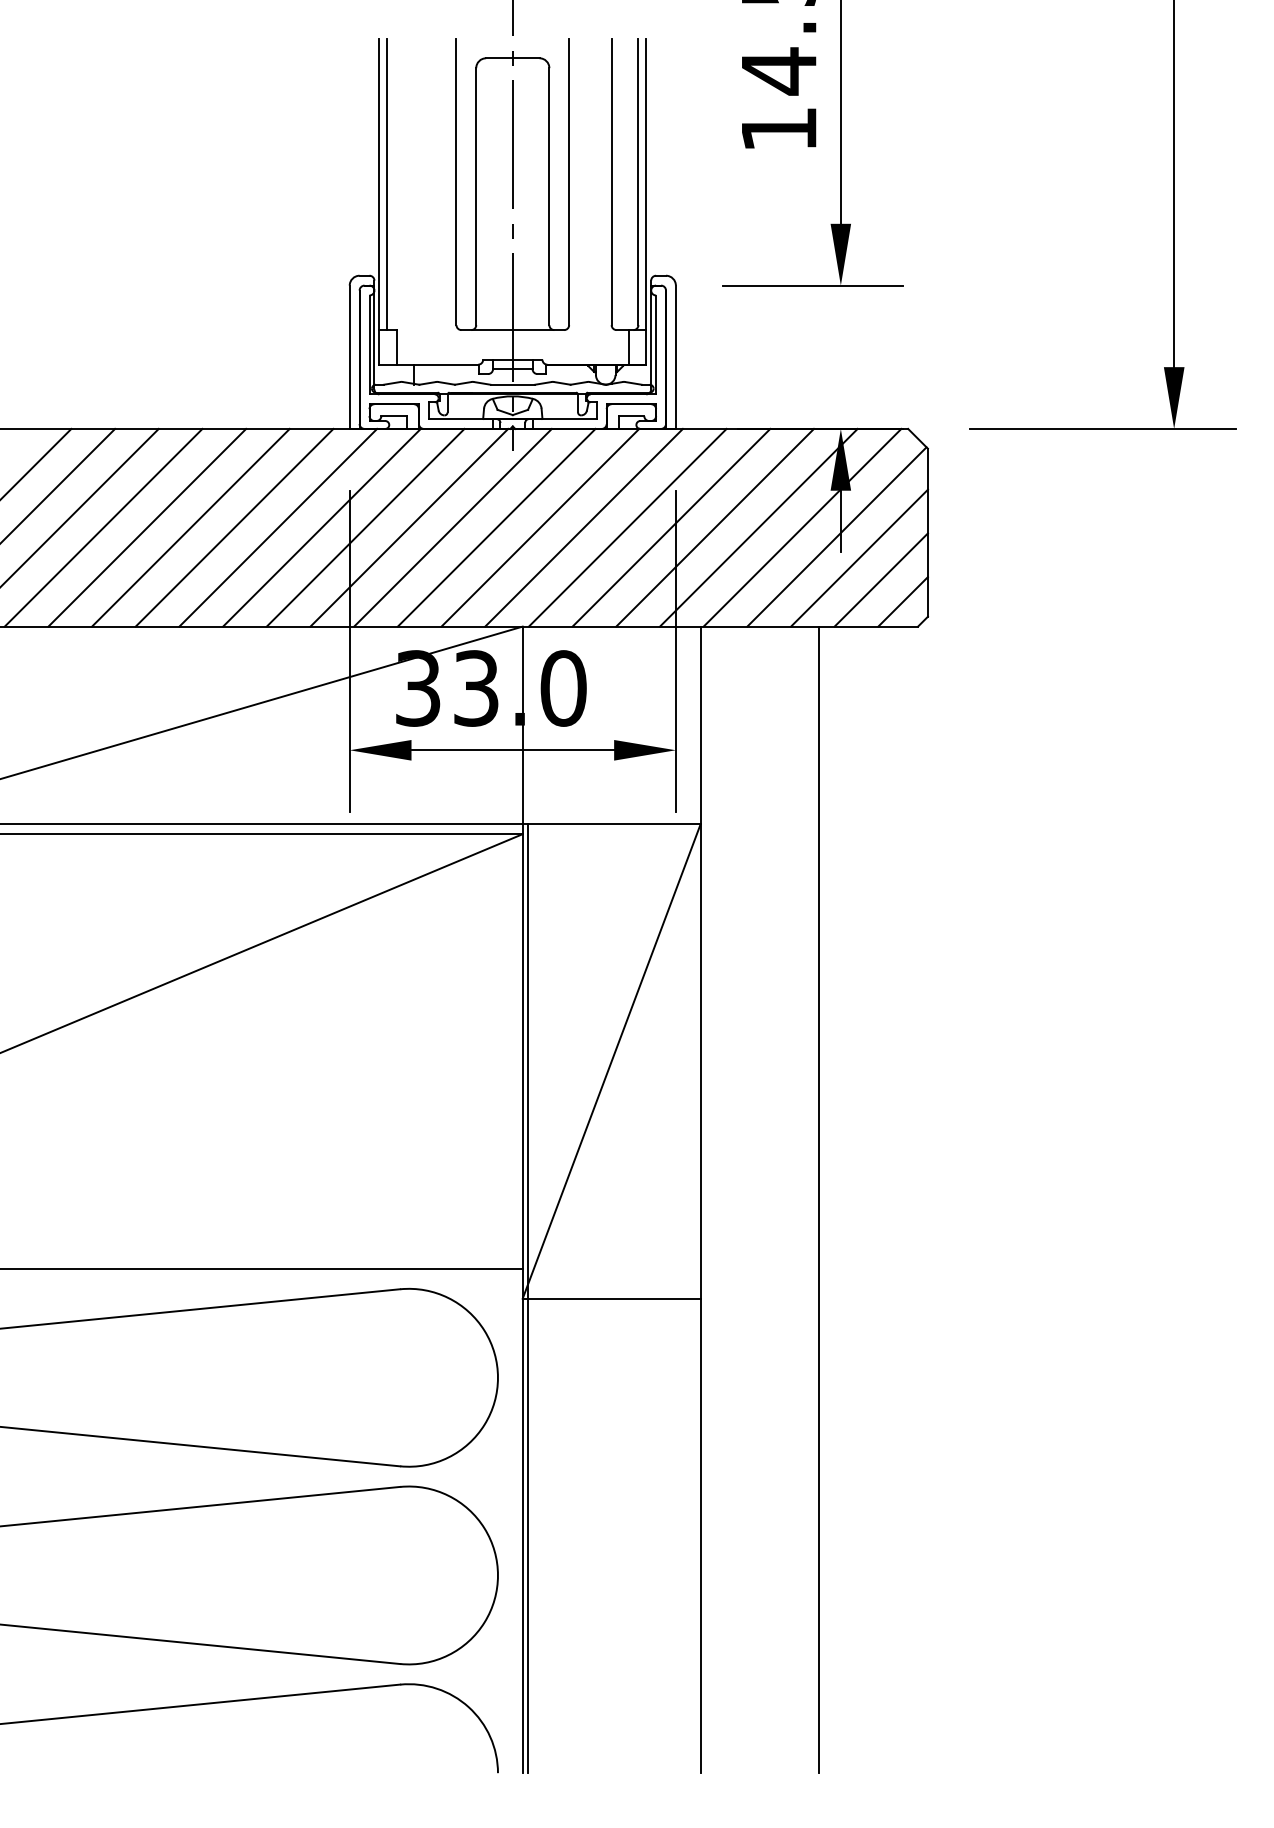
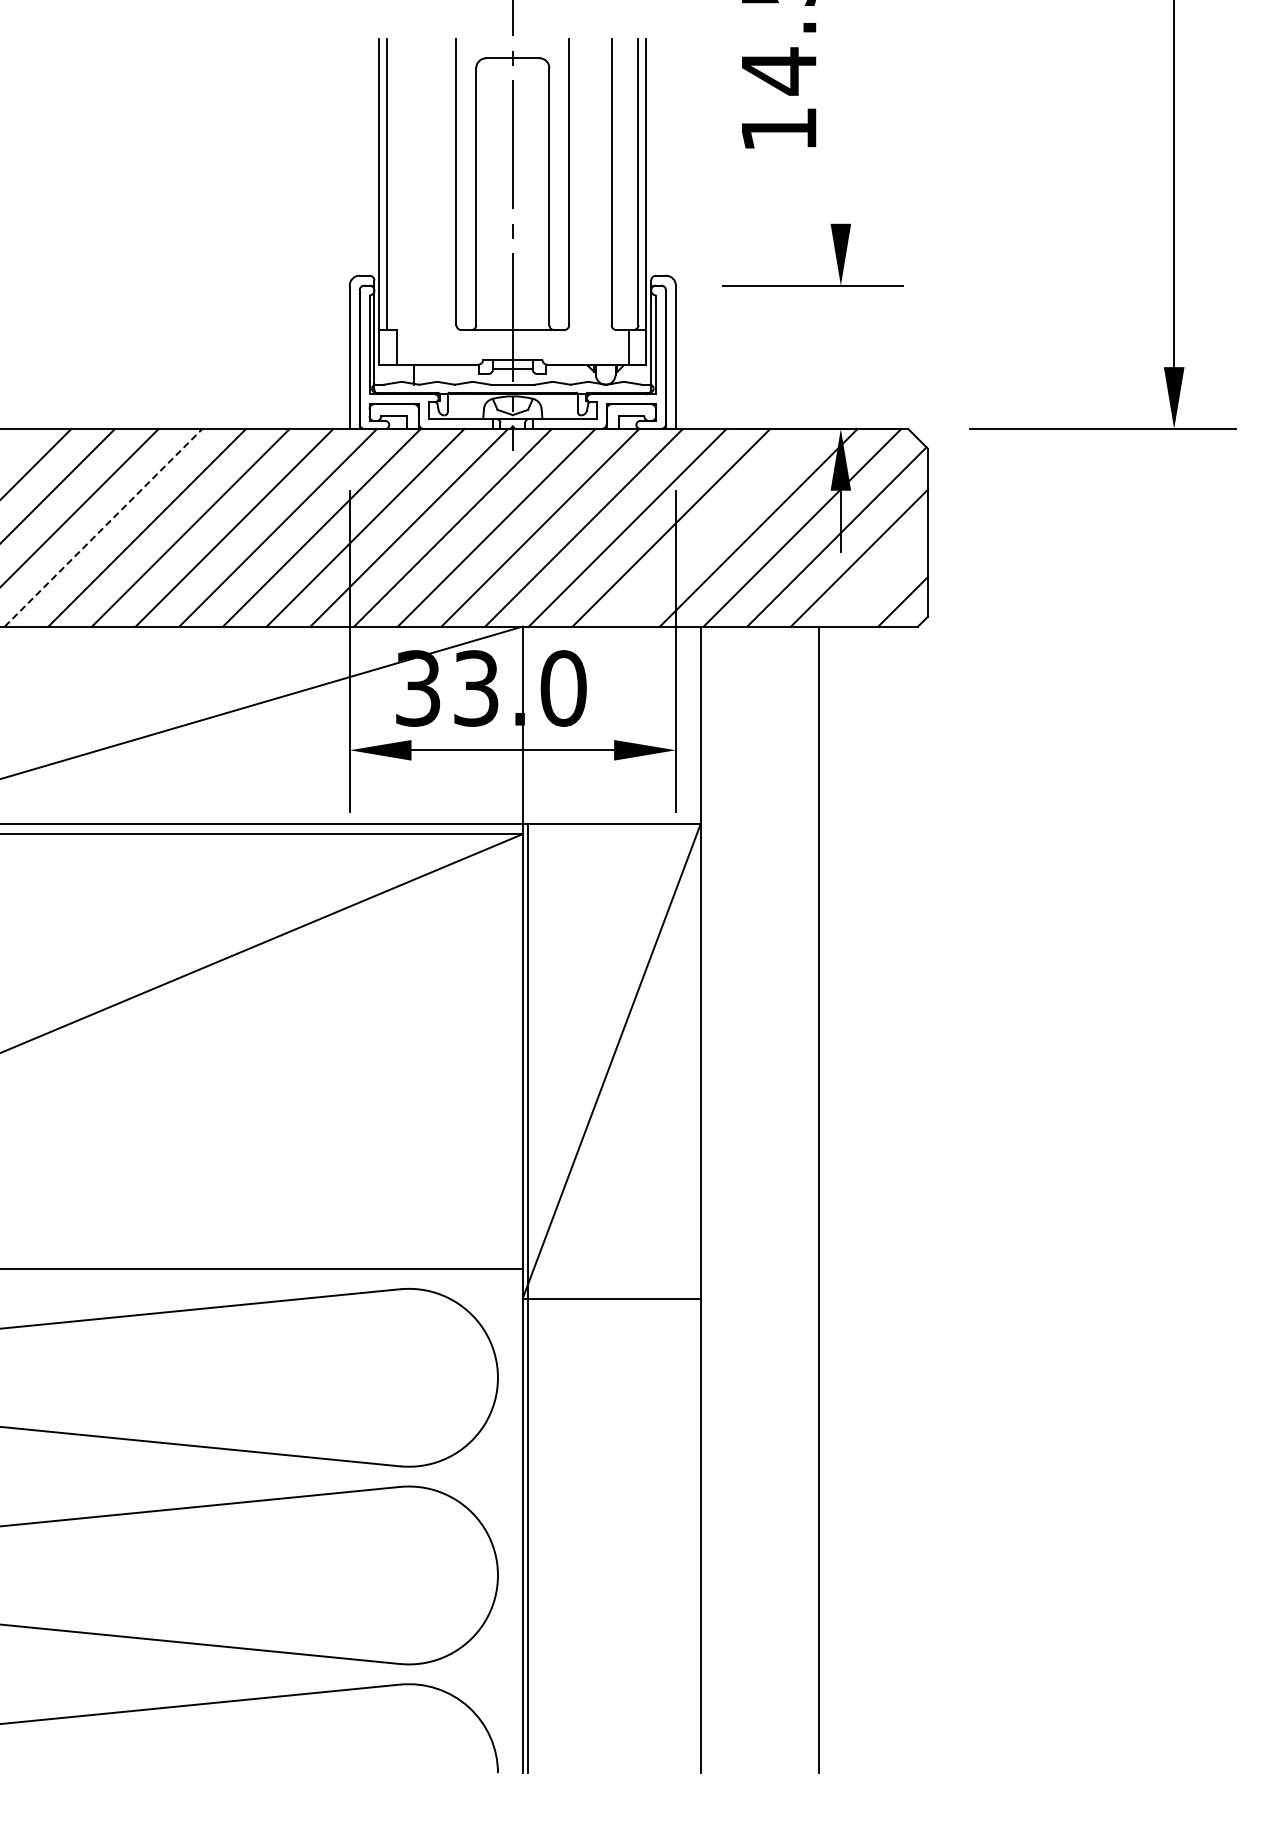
line at (840, 112): present -> none
line at (103, 527): solid -> dashed
line at (714, 527): present -> none
line at (880, 579): present -> none
